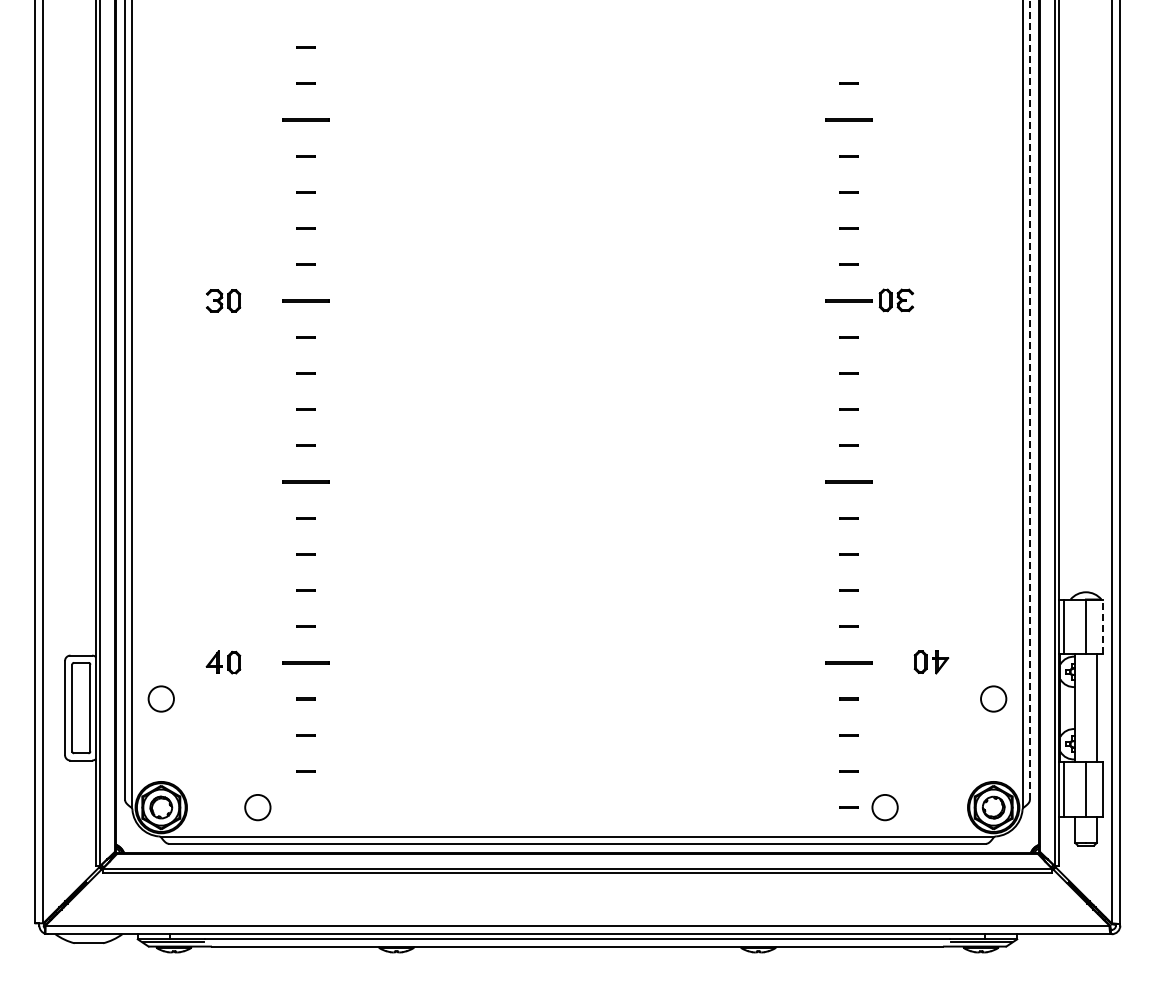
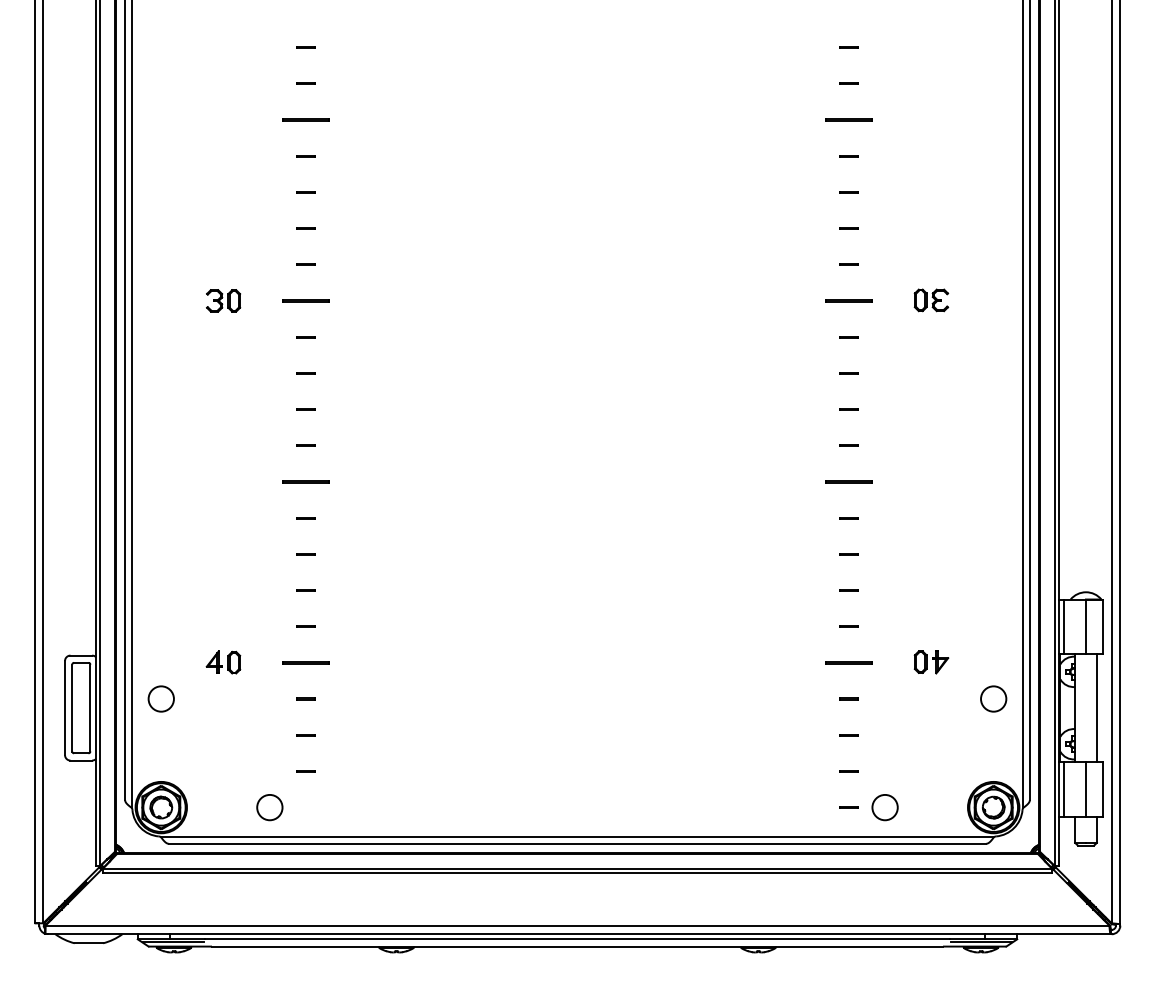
line at (848, 47): none -> present
part at (896, 300) position: (896, 300) -> (931, 300)
line at (1029, 400): dashed -> solid
line at (1102, 626): dashed -> solid
circle at (257, 807) position: (257, 807) -> (269, 807)
